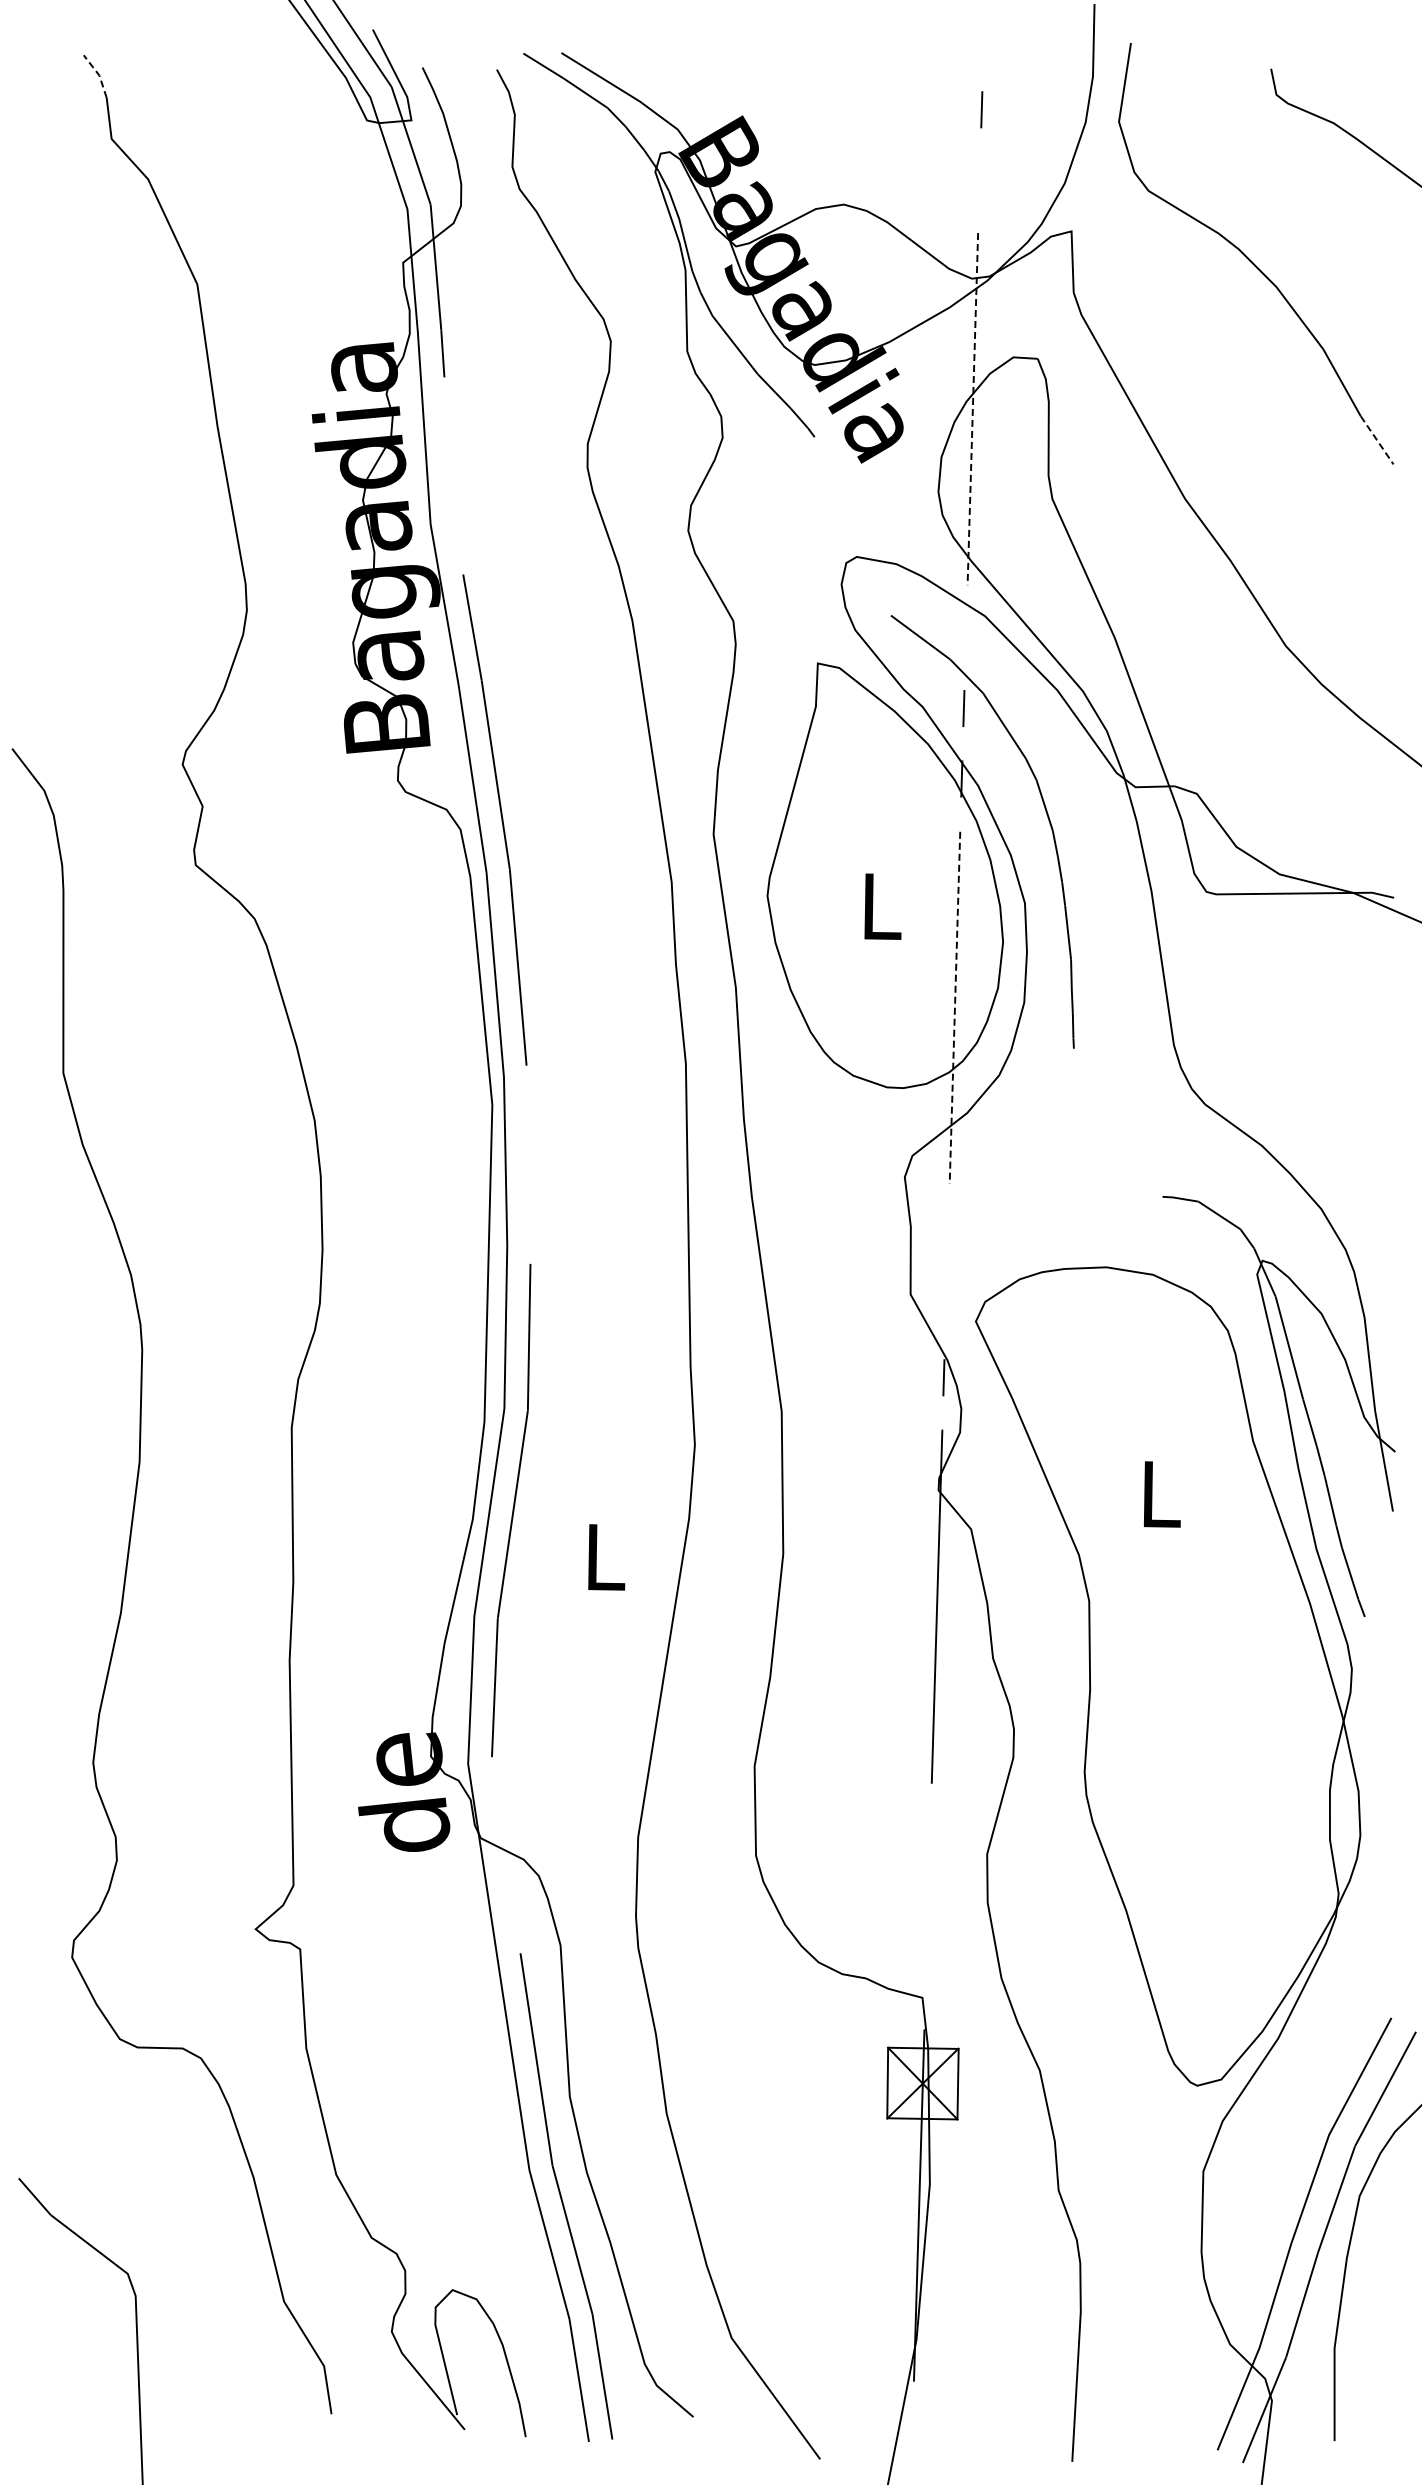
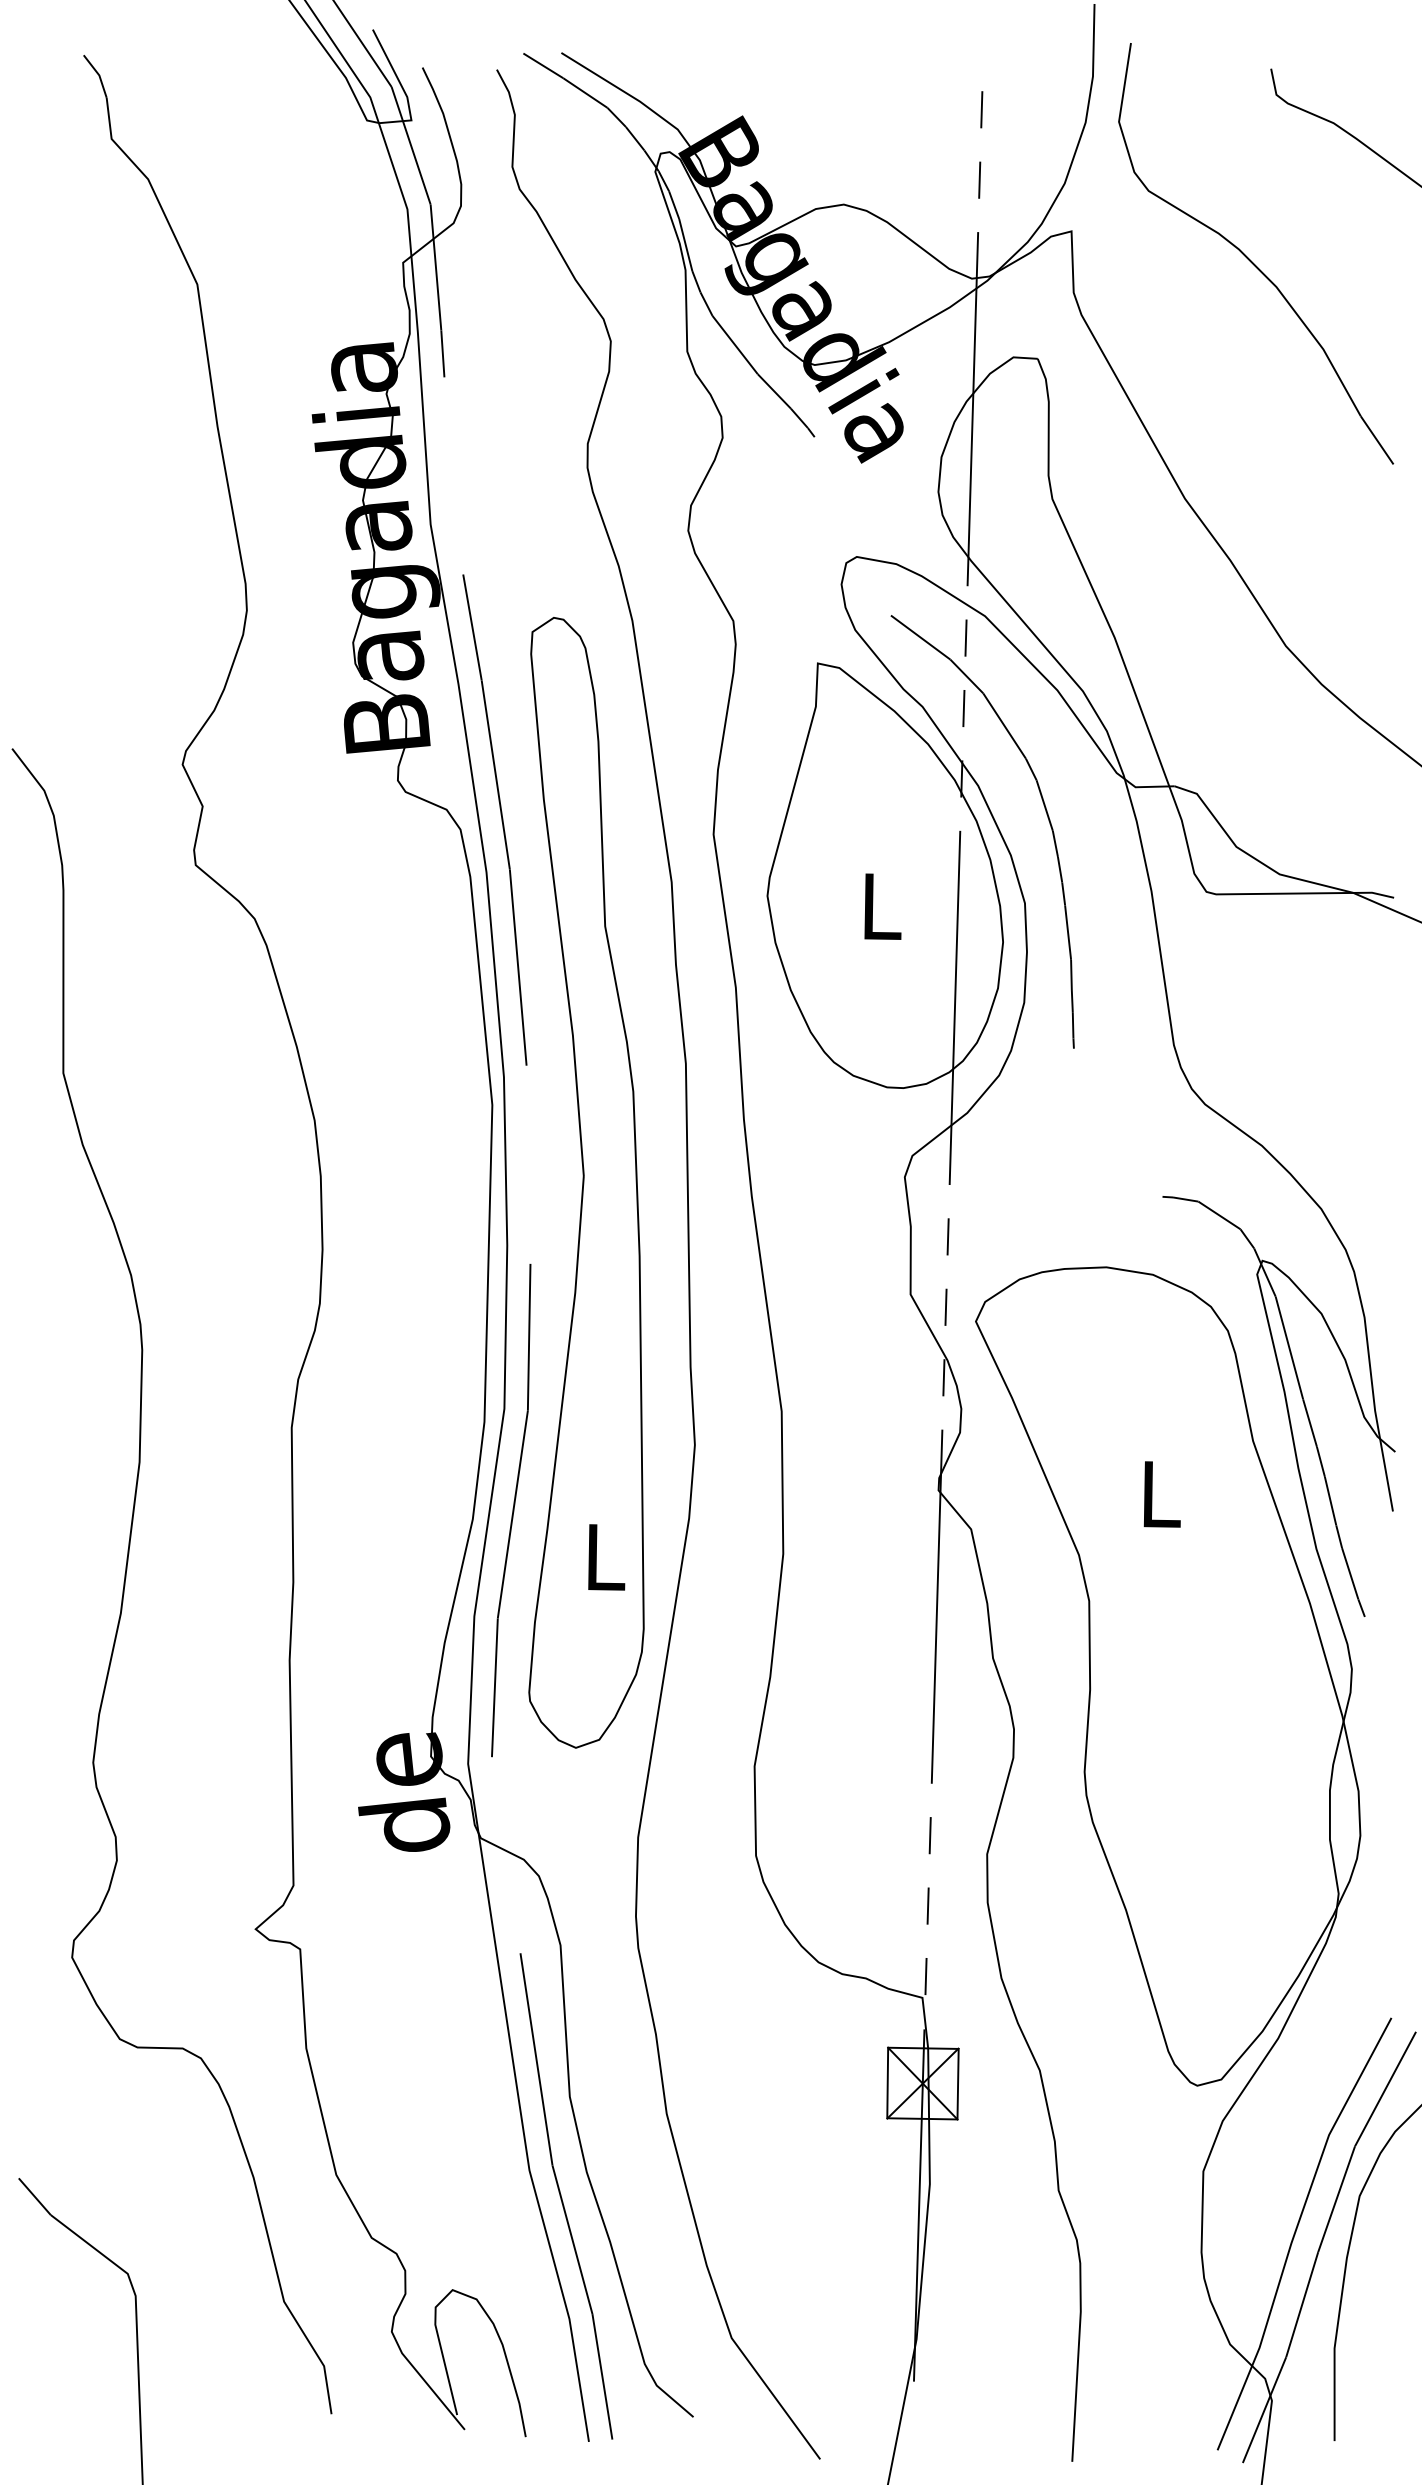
line at (98, 74): dashed -> solid
line at (979, 179): none -> present
line at (972, 409): dashed -> solid
line at (1377, 440): dashed -> solid
line at (965, 637): none -> present
line at (954, 1008): dashed -> solid
part at (586, 1182): none -> present
line at (947, 1236): none -> present
line at (945, 1306): none -> present
line at (929, 1835): none -> present
line at (927, 1905): none -> present
line at (925, 1976): none -> present
